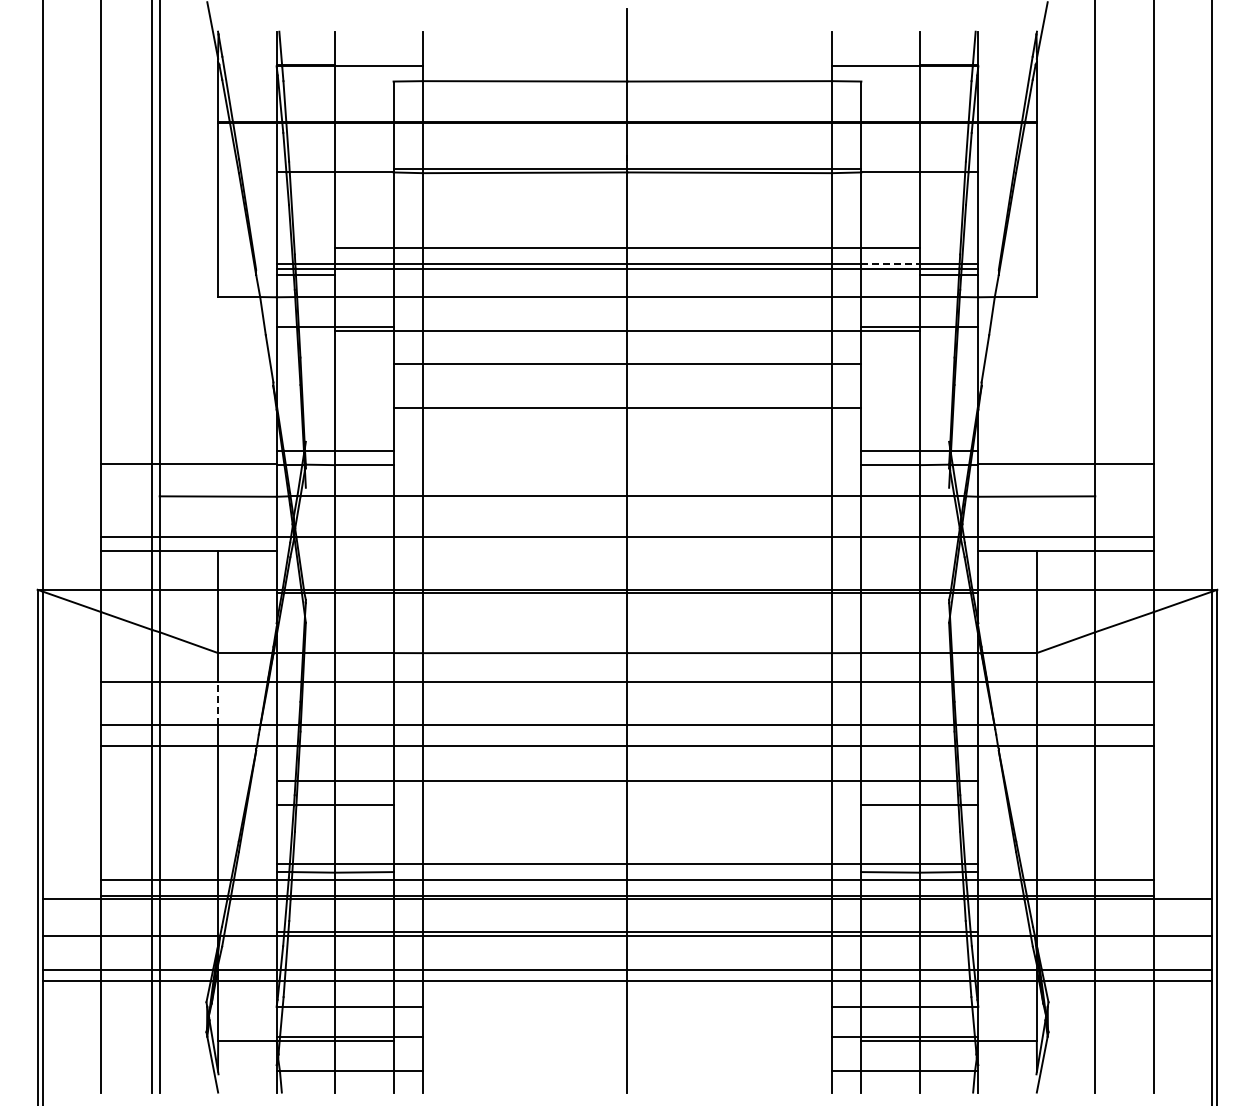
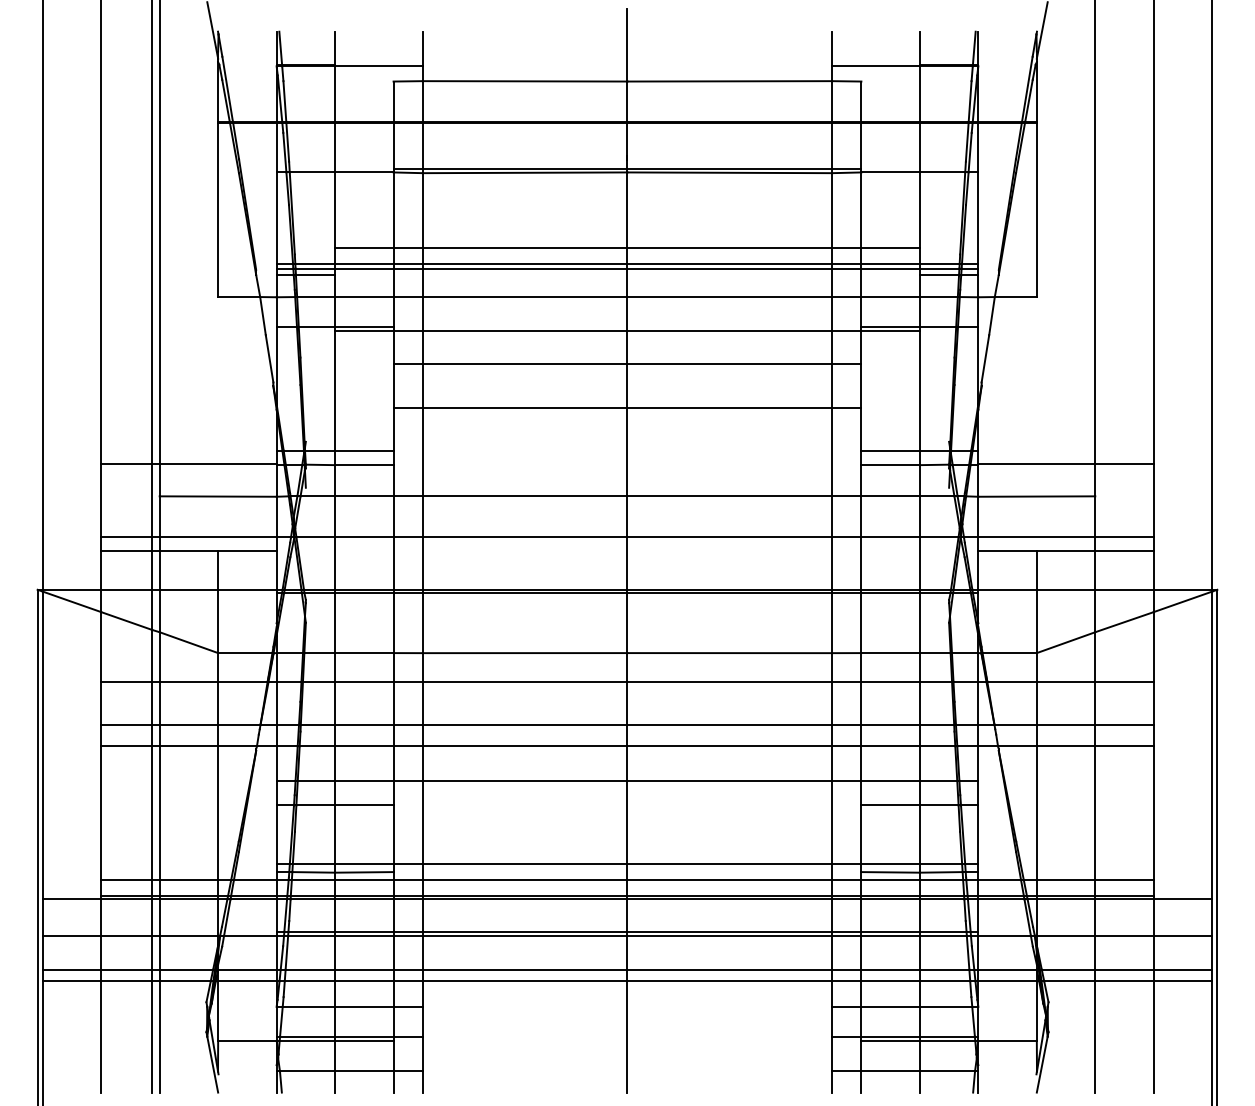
line at (891, 263): dashed -> solid
line at (218, 703): dashed -> solid
